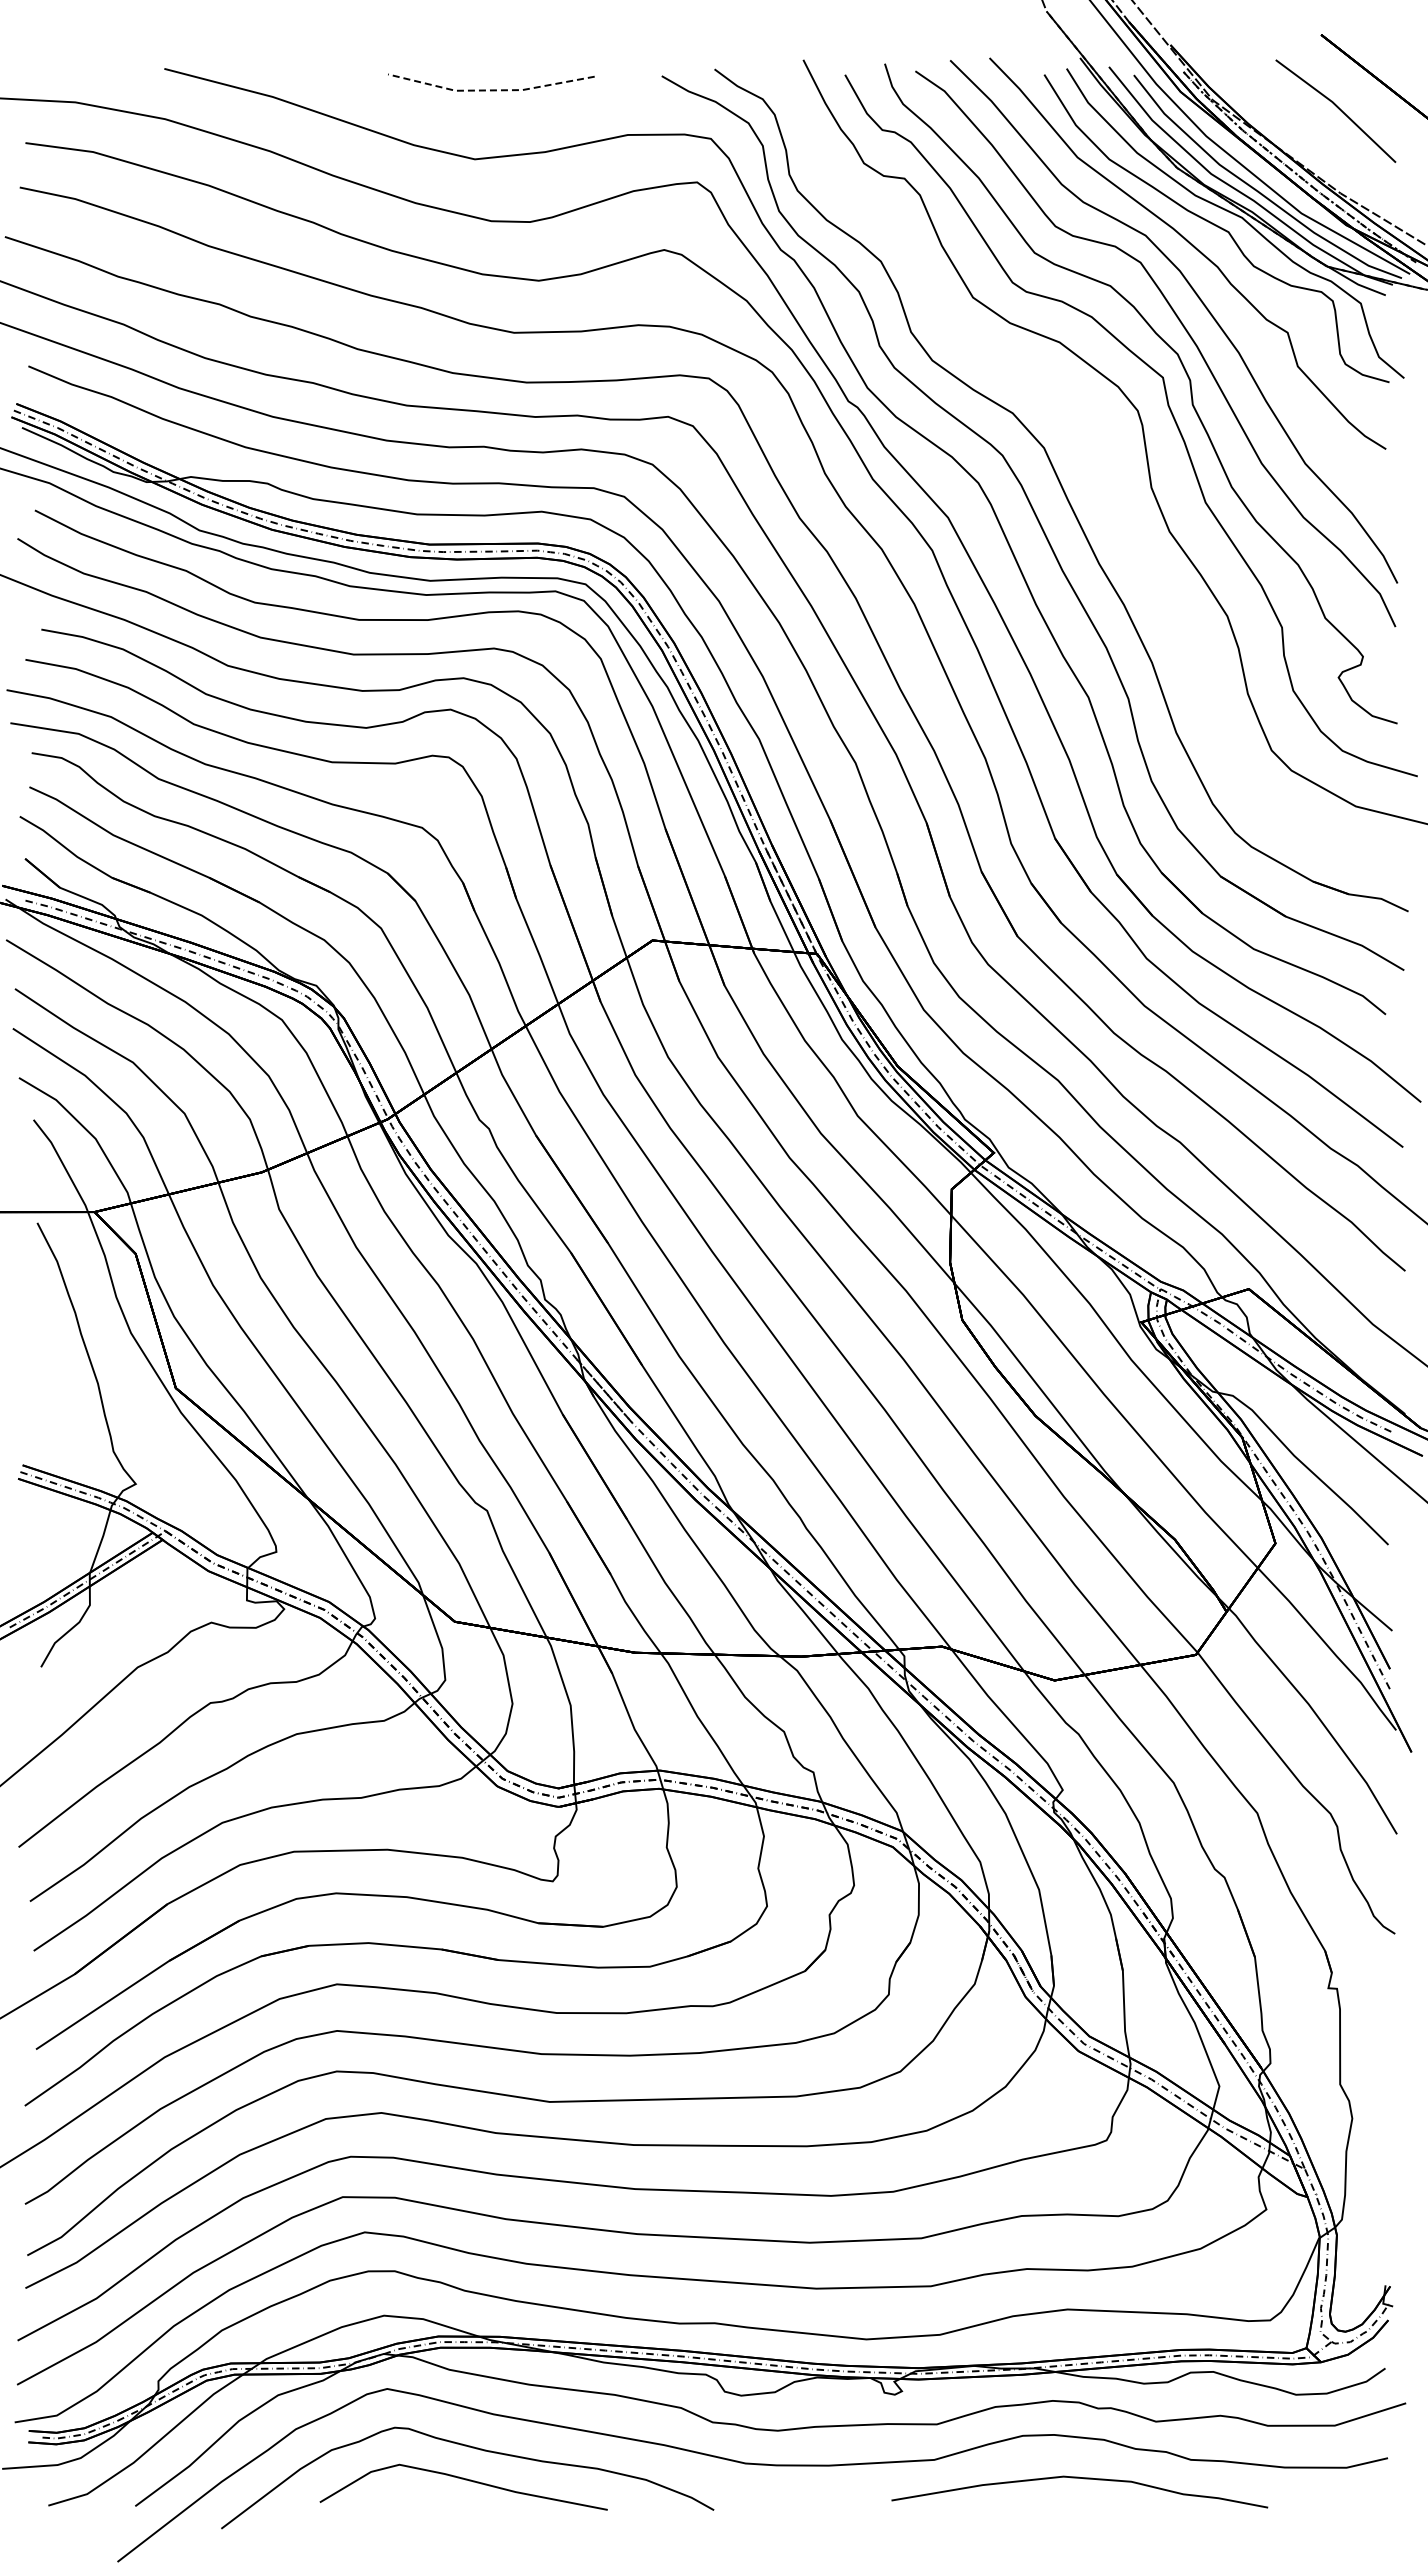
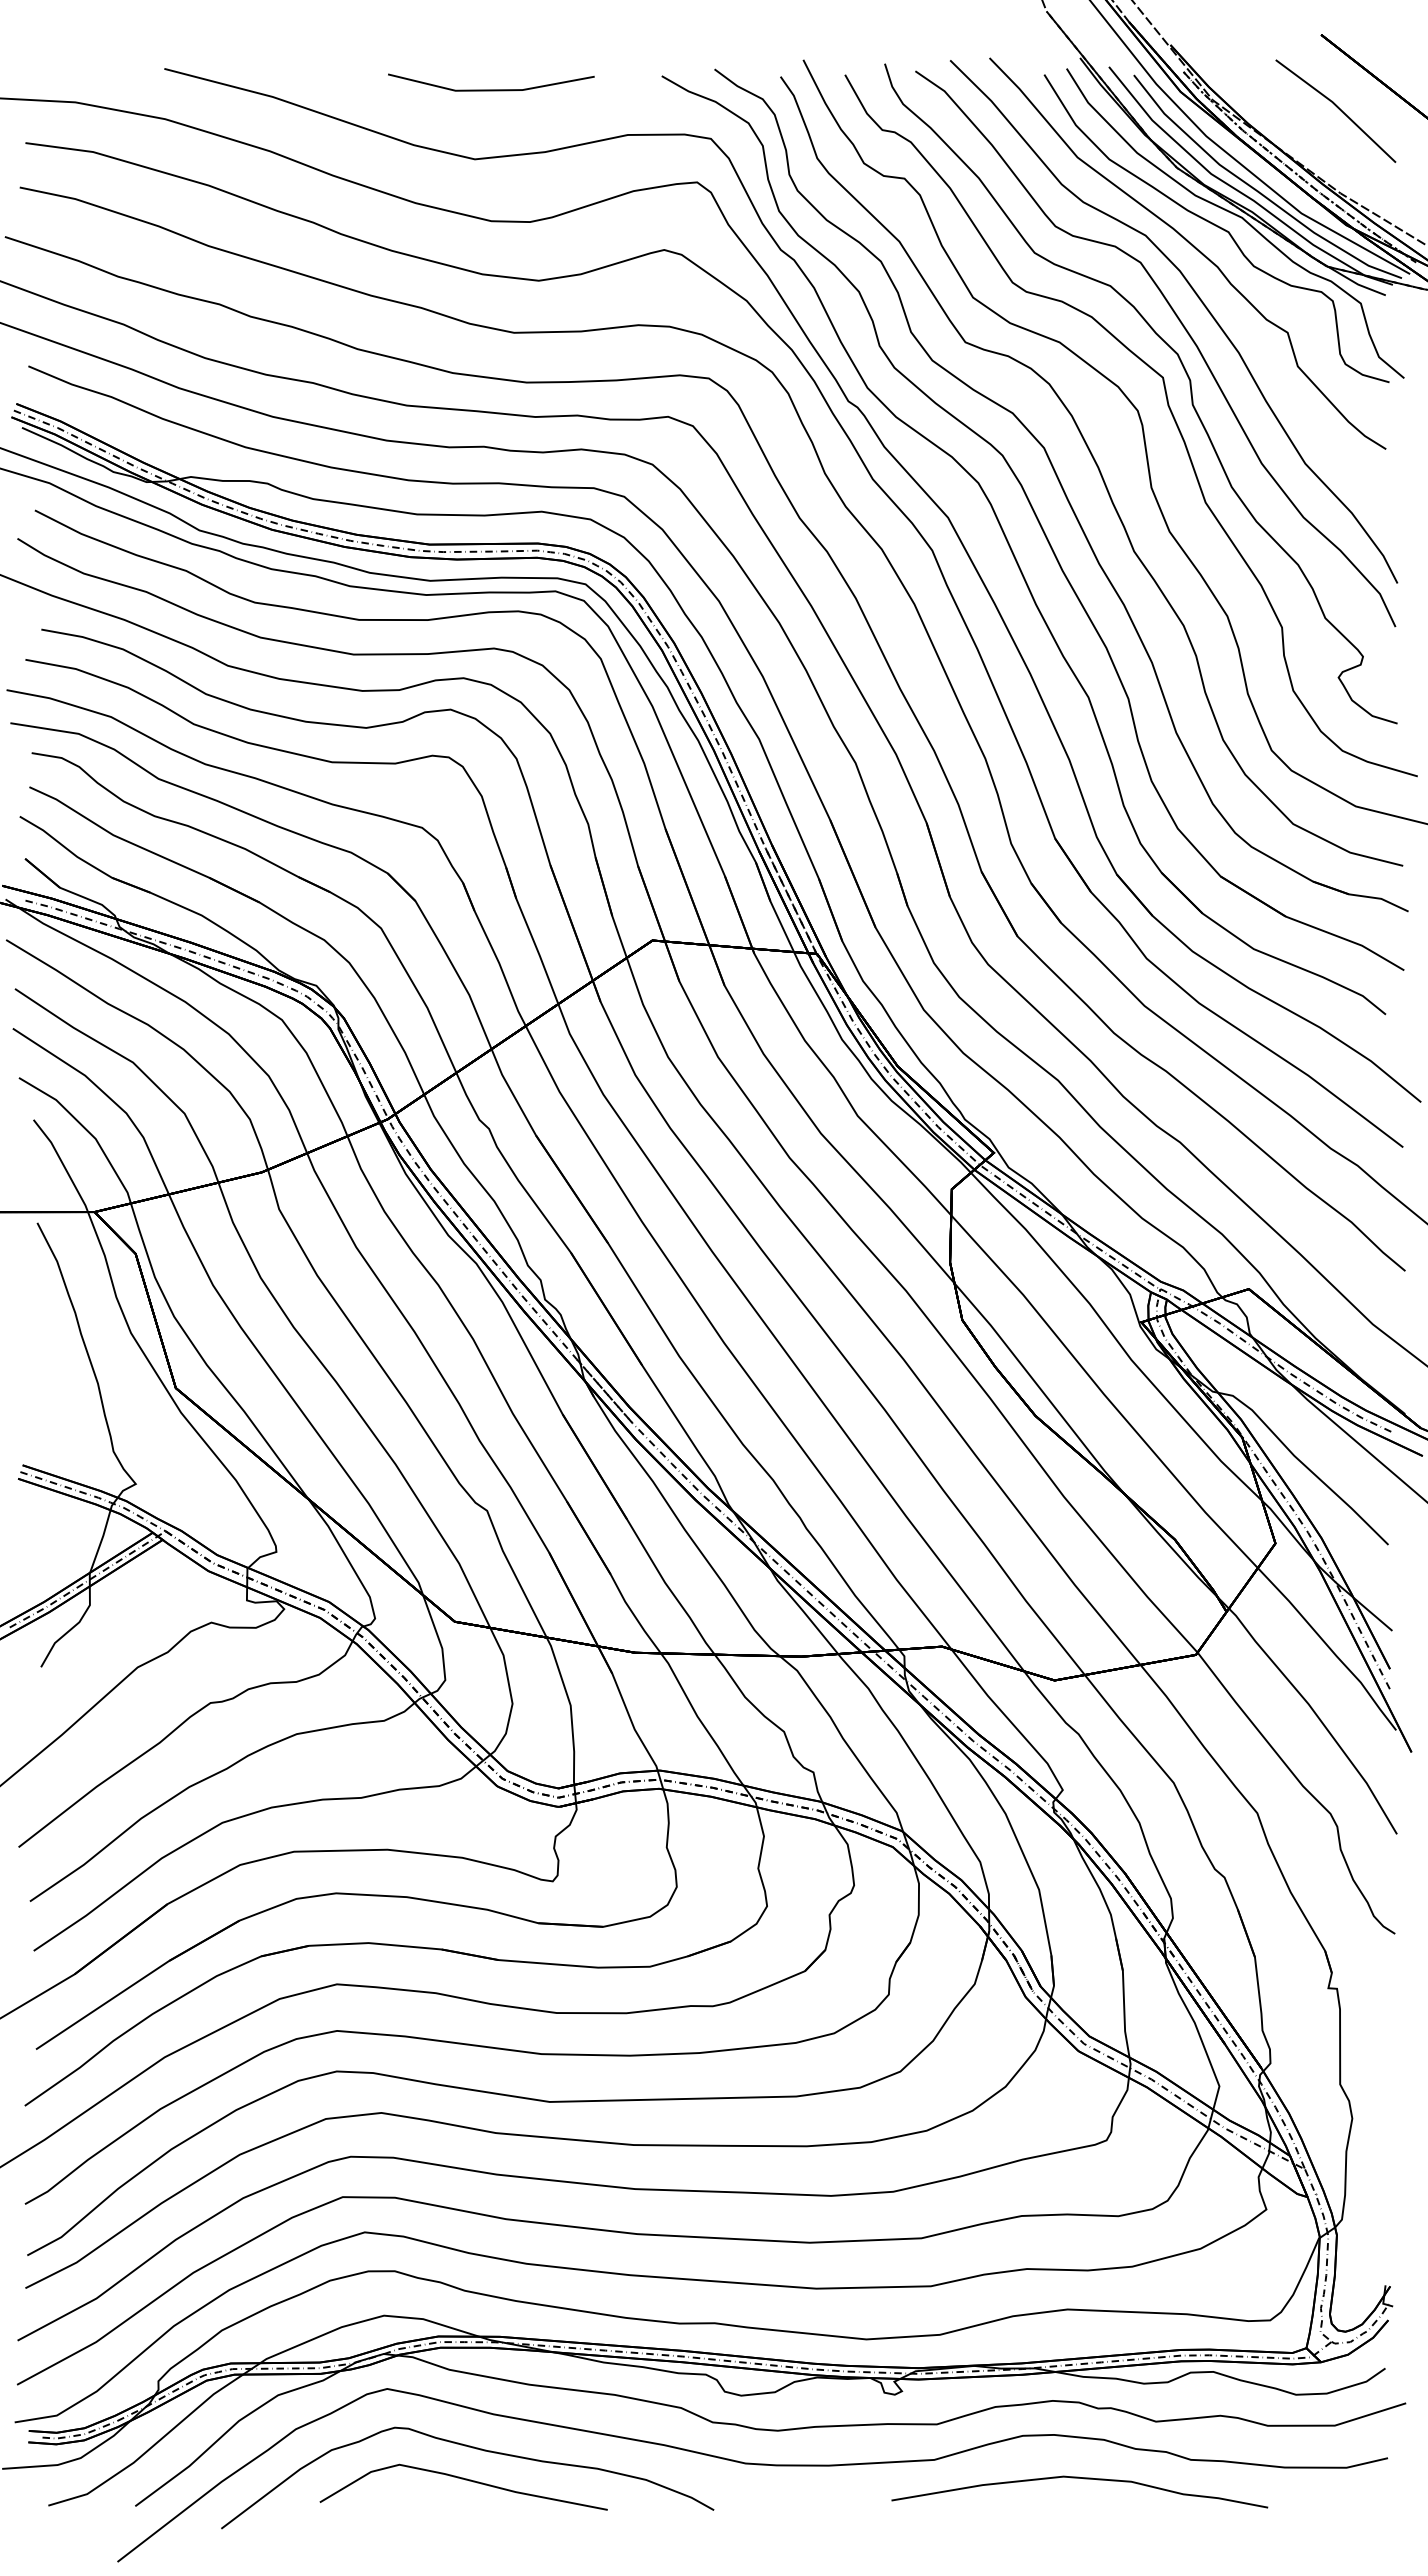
line at (490, 90): dashed -> solid
curve at (1097, 468): none -> present
